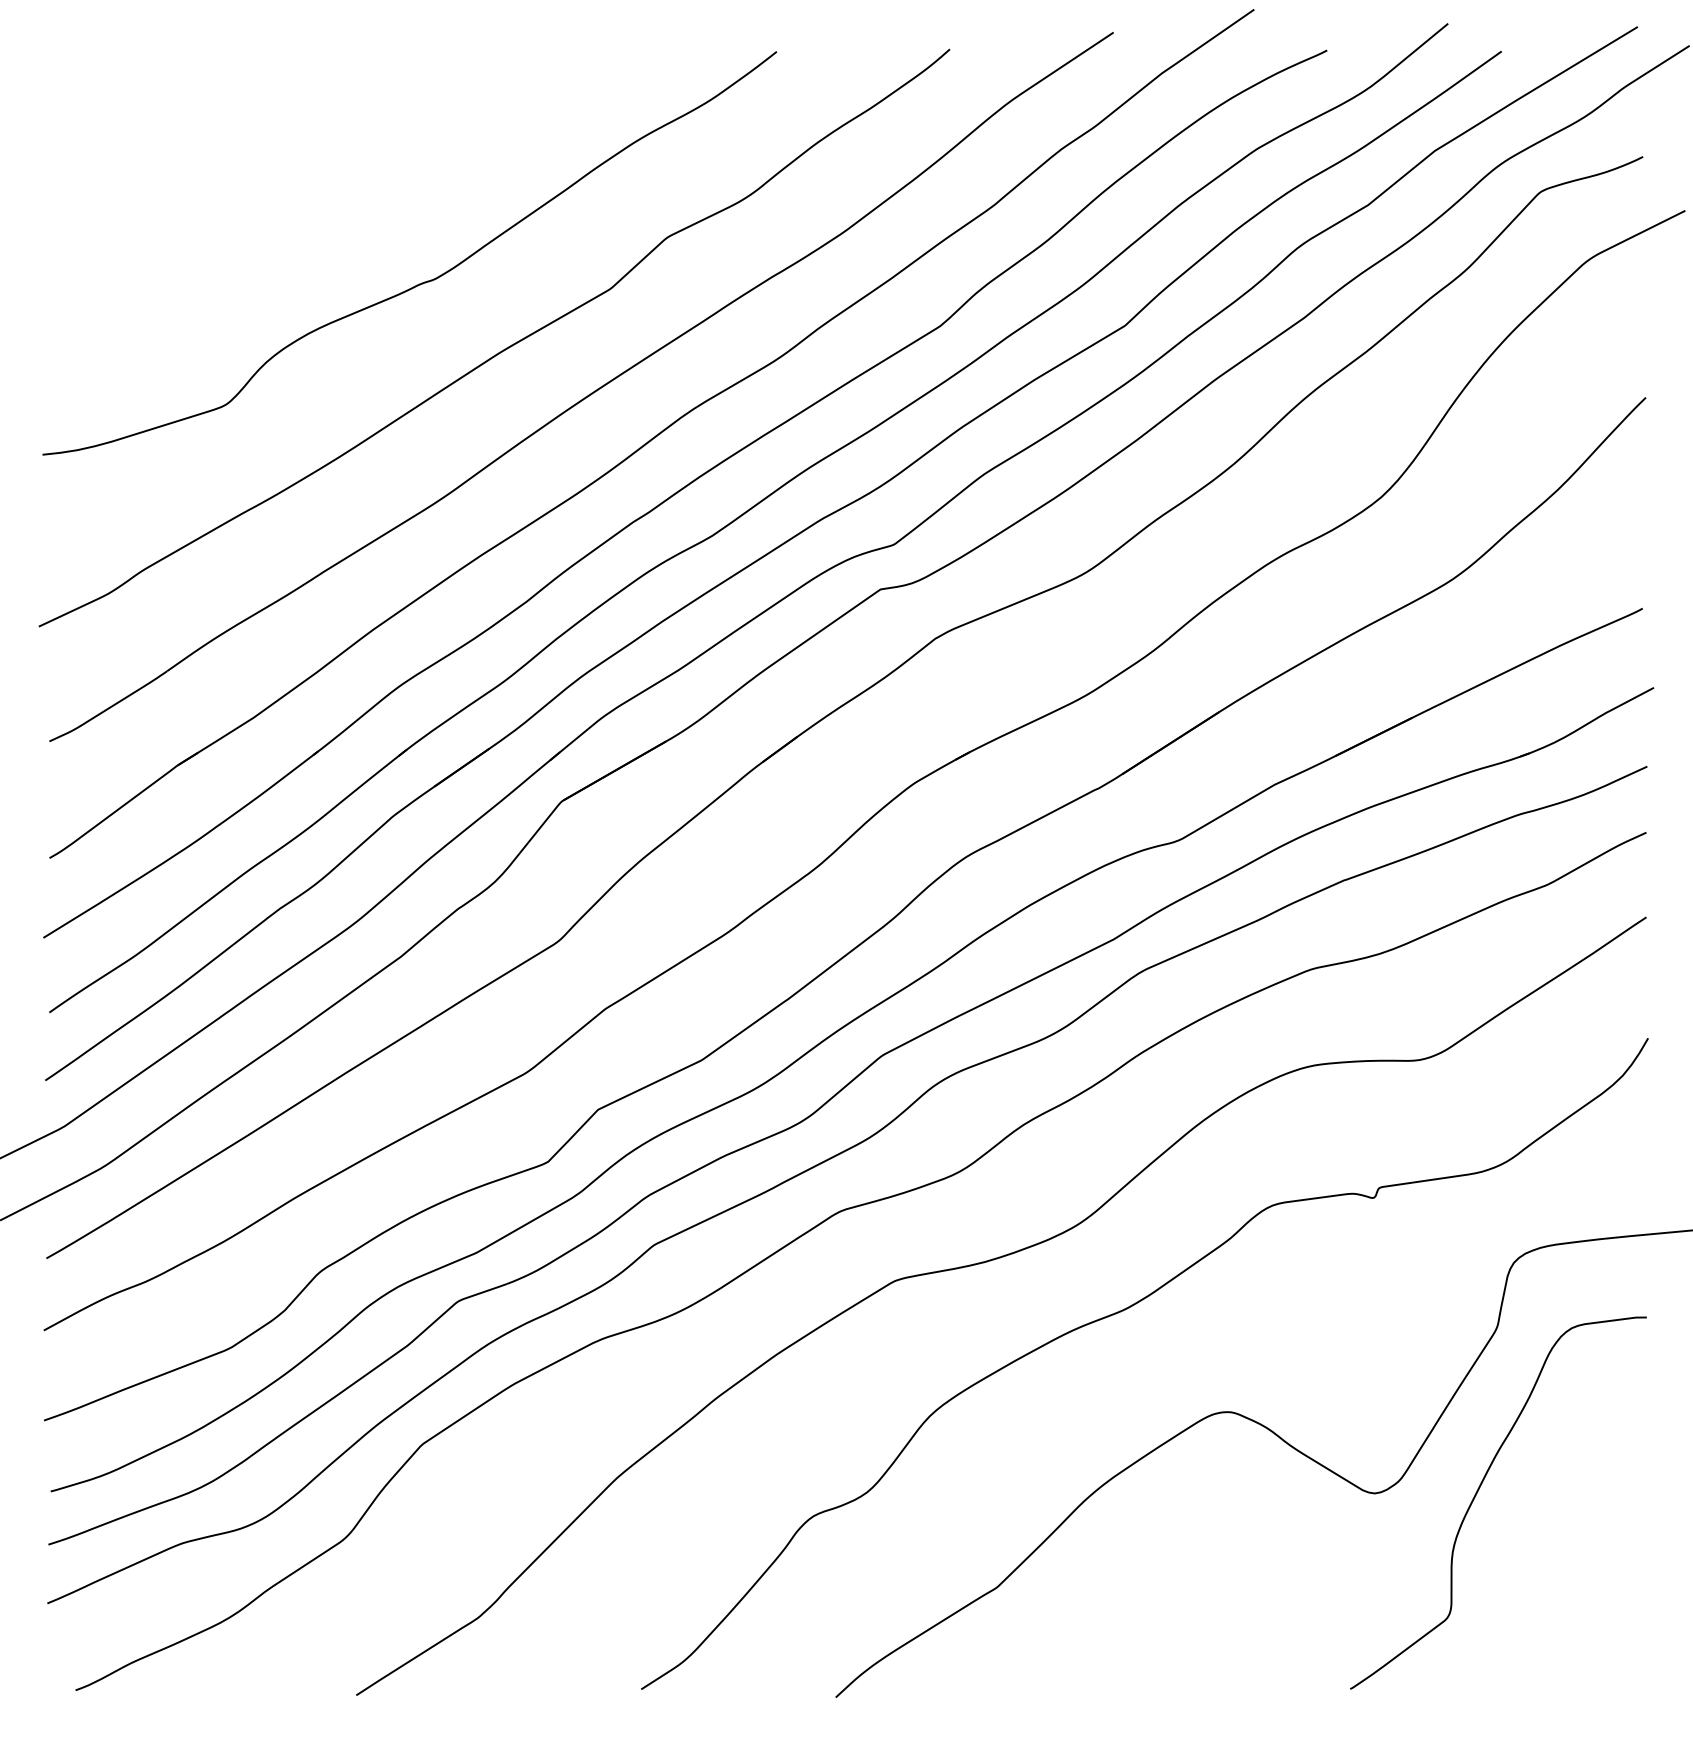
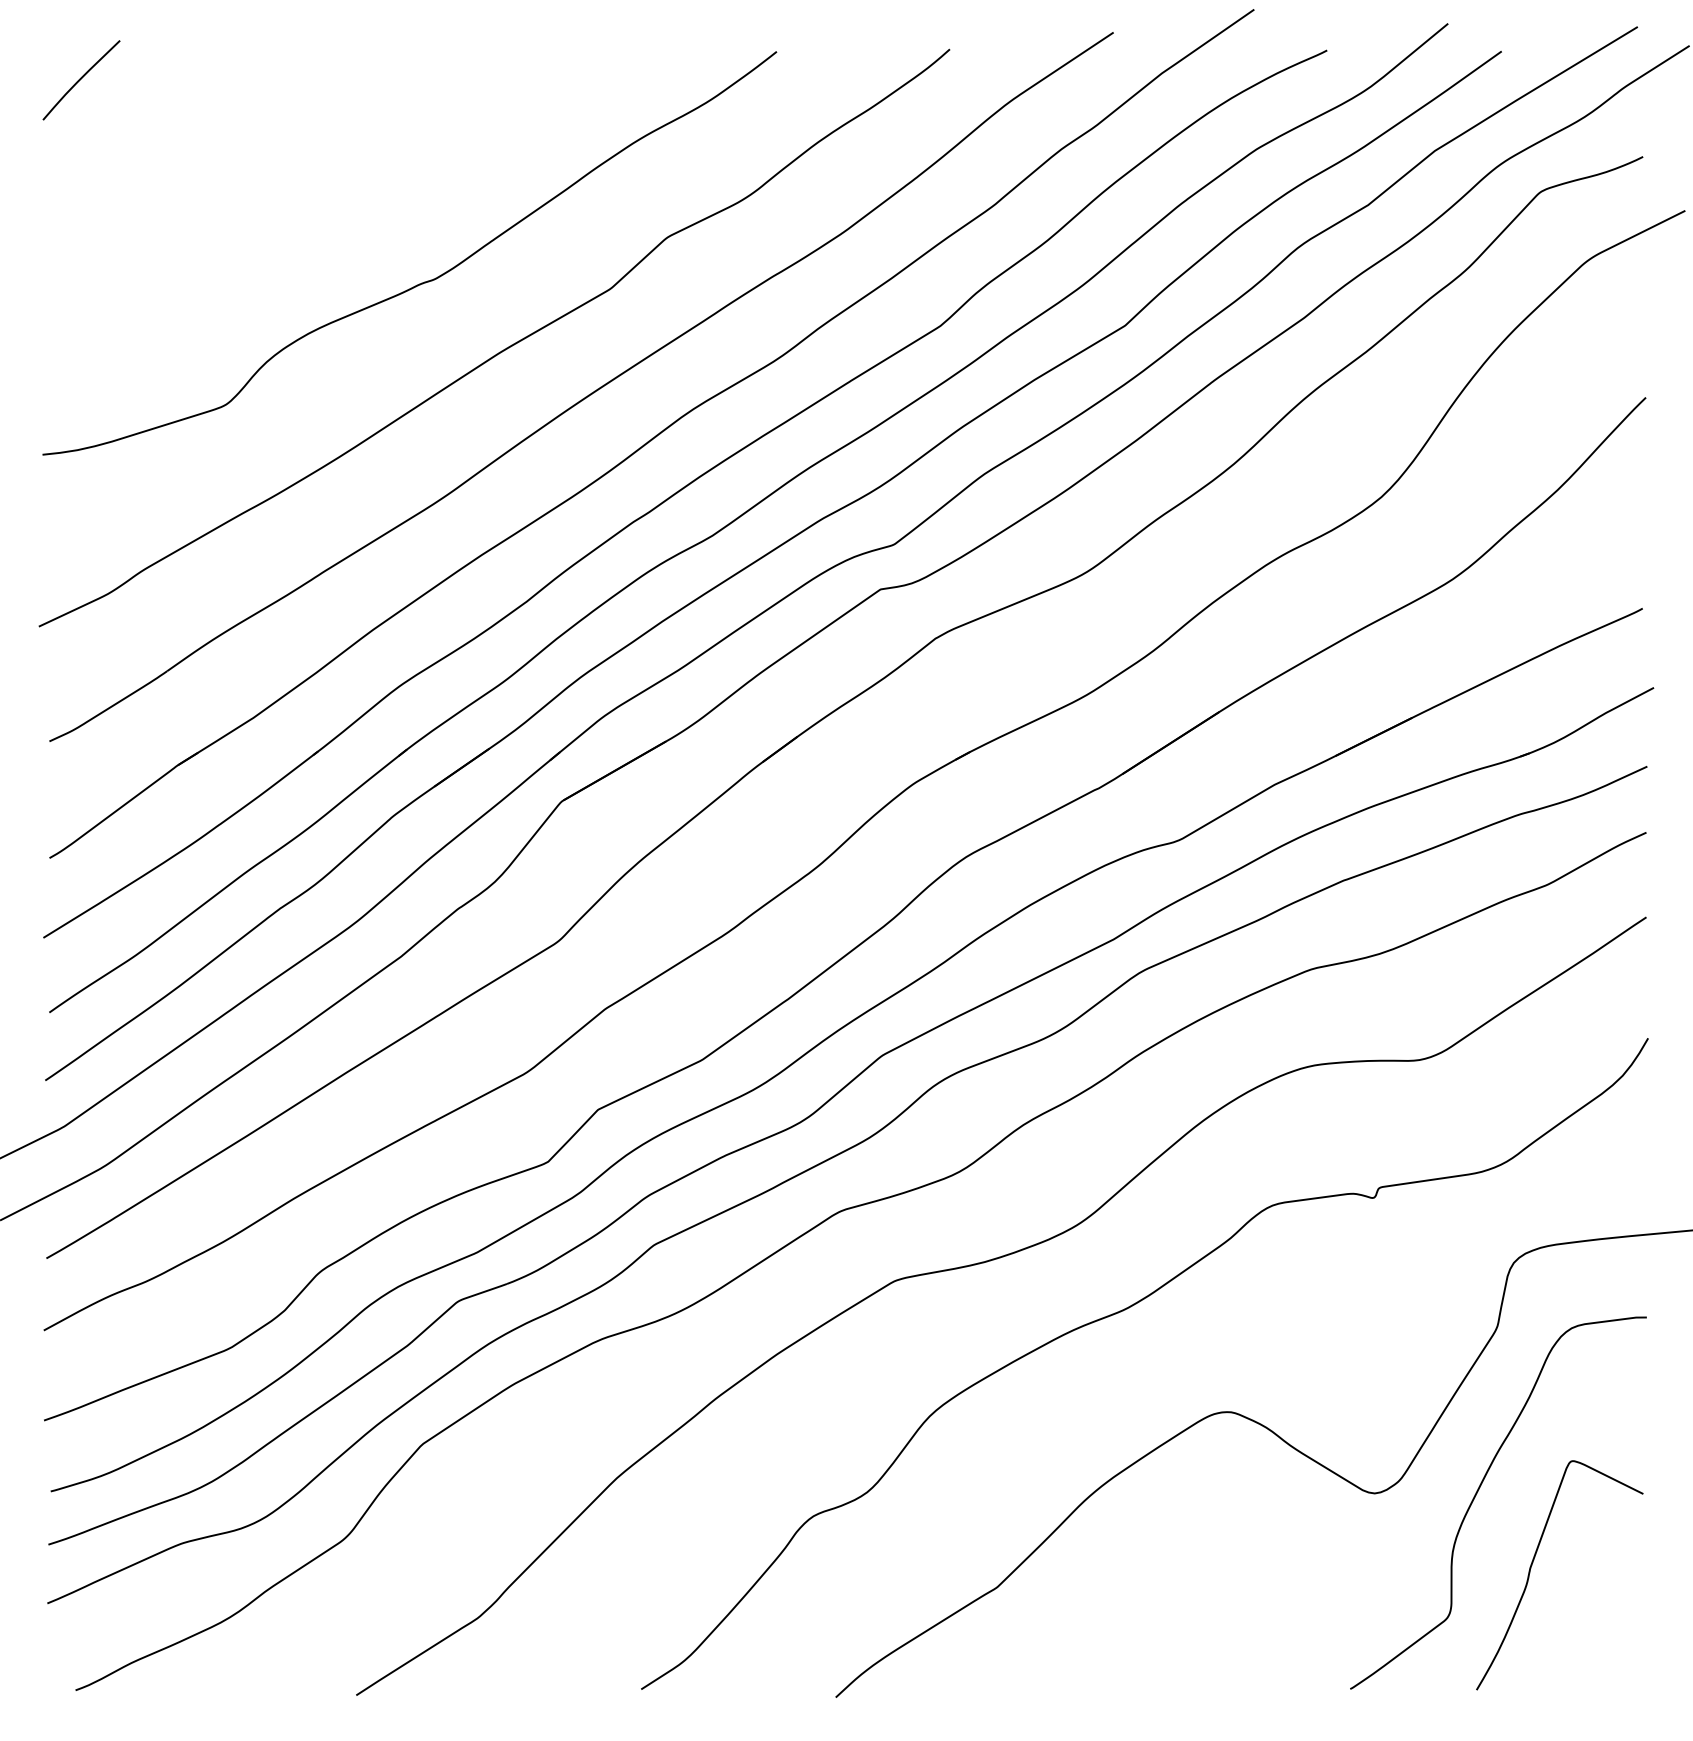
curve at (81, 79): none -> present
curve at (1532, 1565): none -> present
